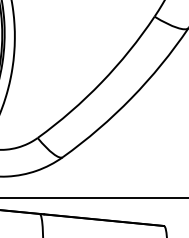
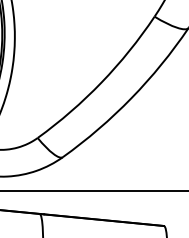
line at (93, 197) position: (93, 197) -> (93, 190)
